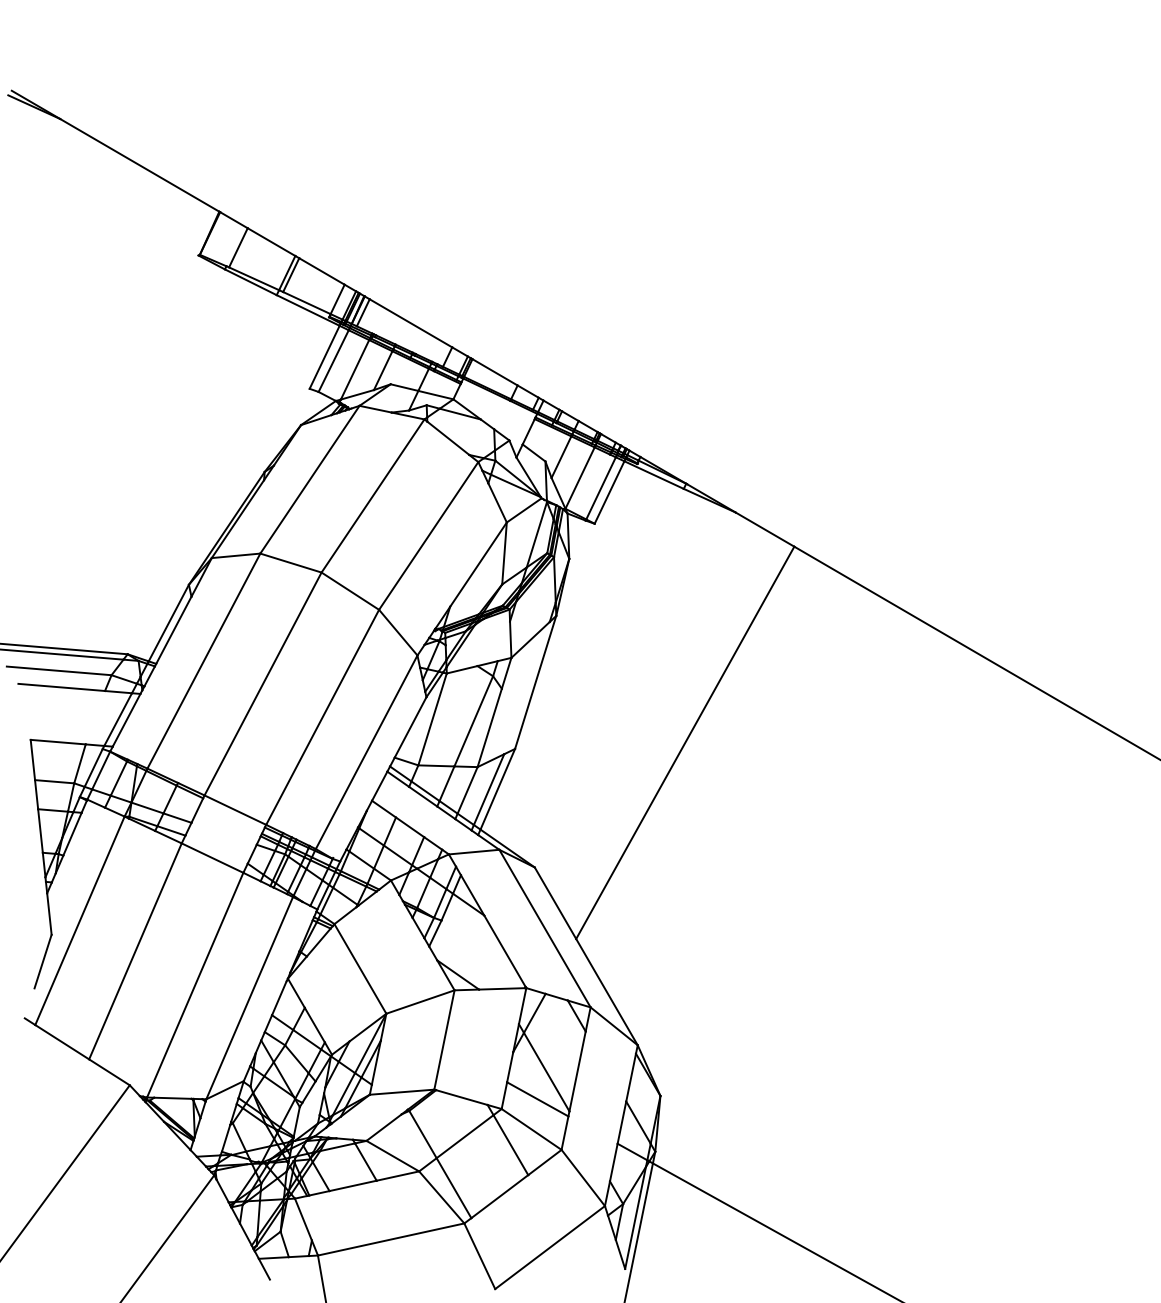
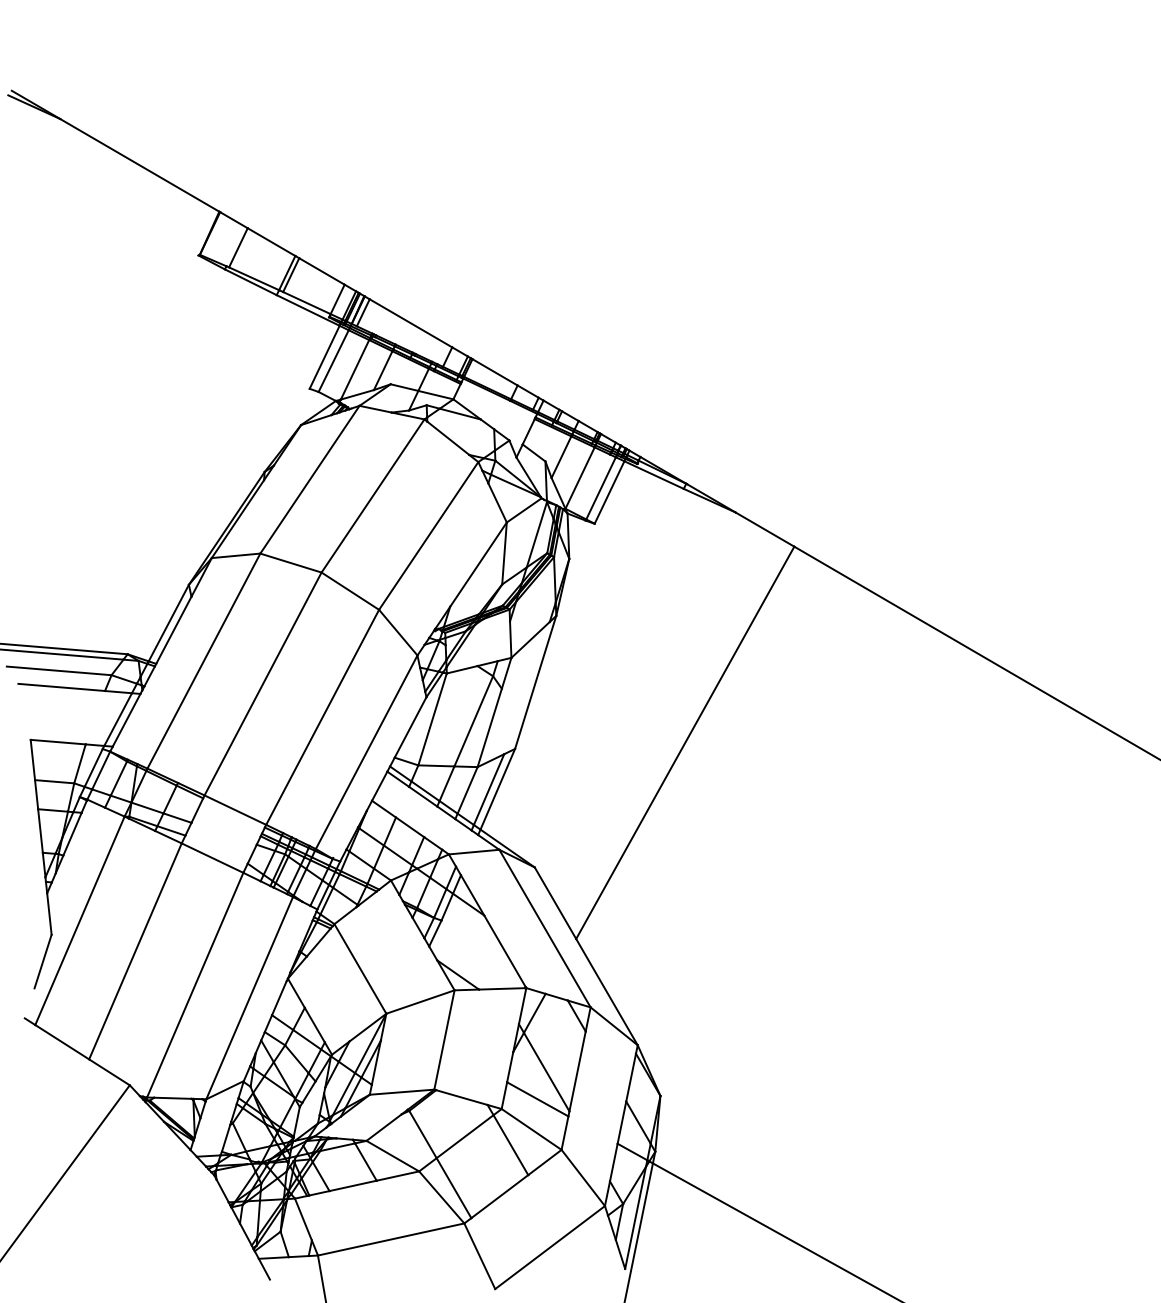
line at (168, 1237): present -> none
